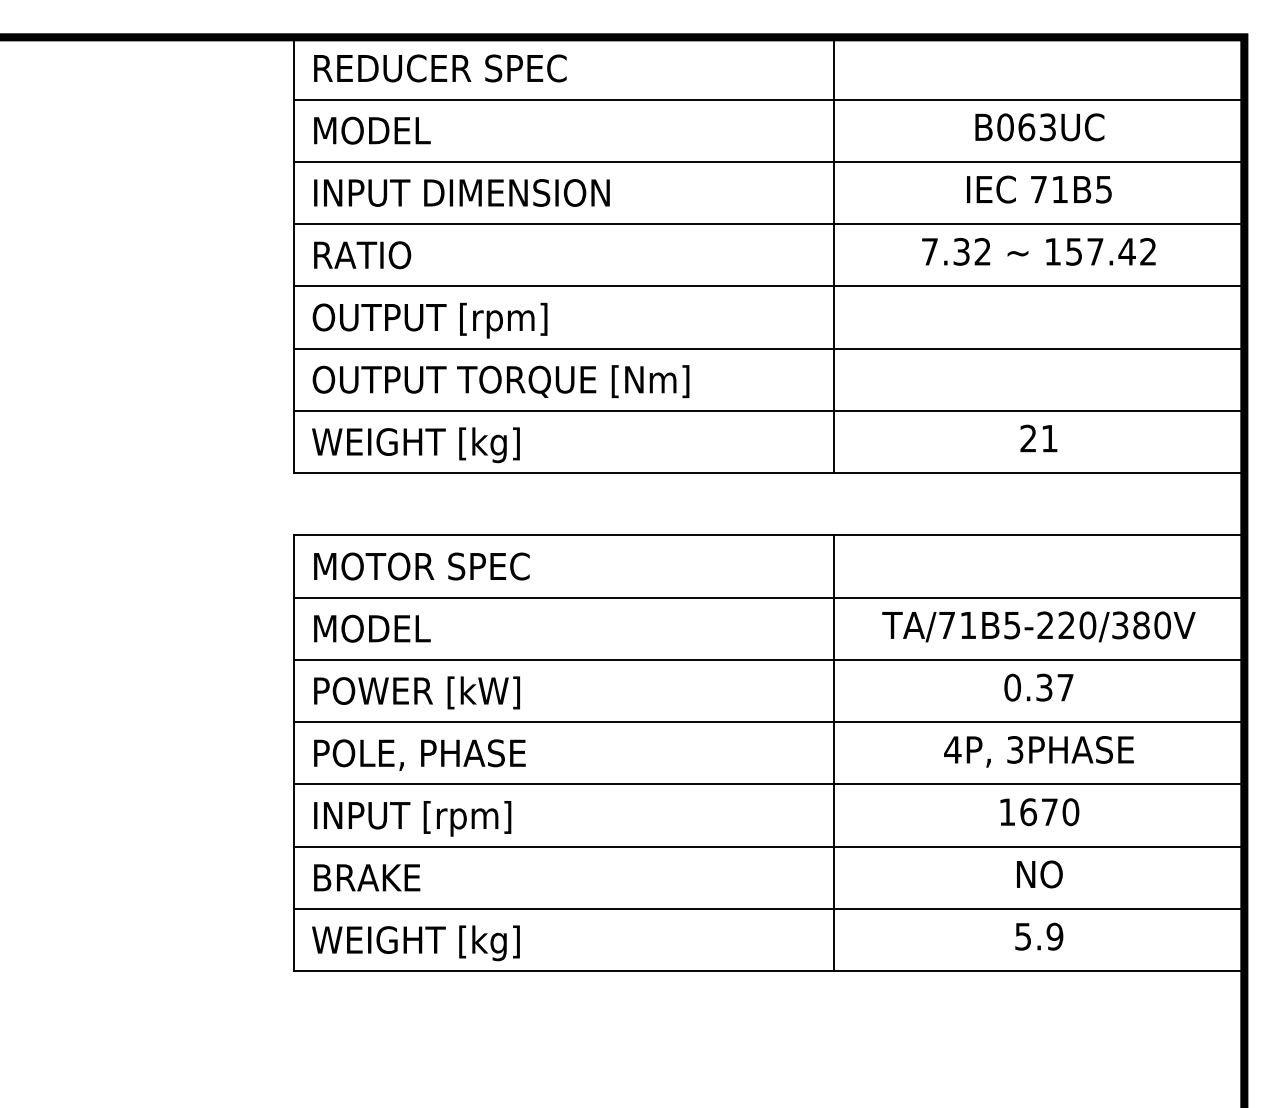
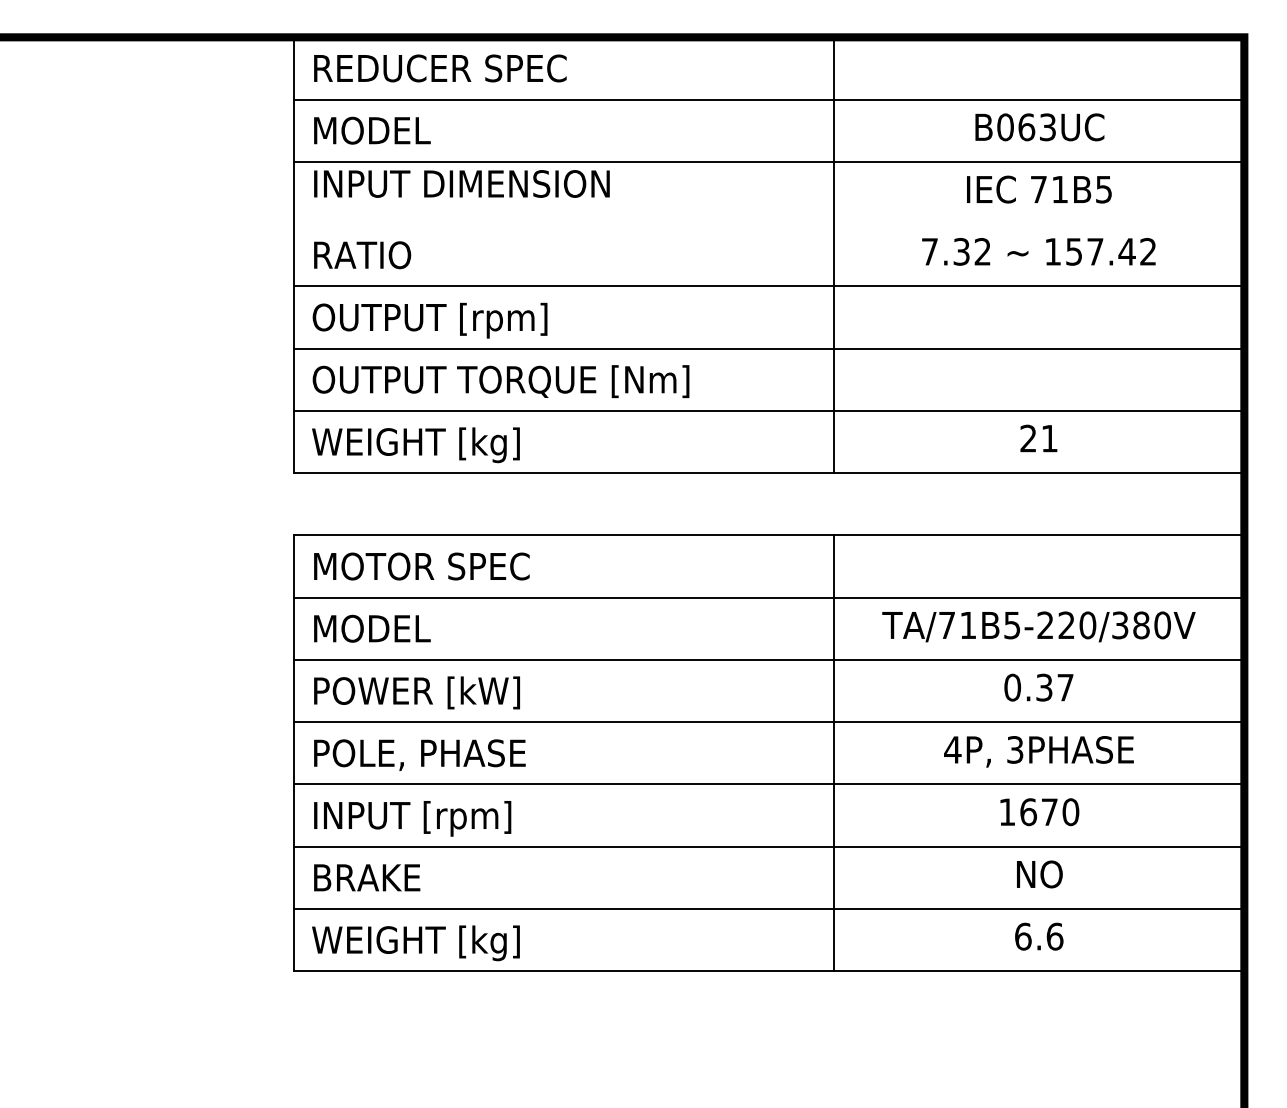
text at (461, 192) position: (461, 192) -> (461, 183)
line at (768, 224): present -> none
text at (1039, 936): 5.9 -> 6.6
